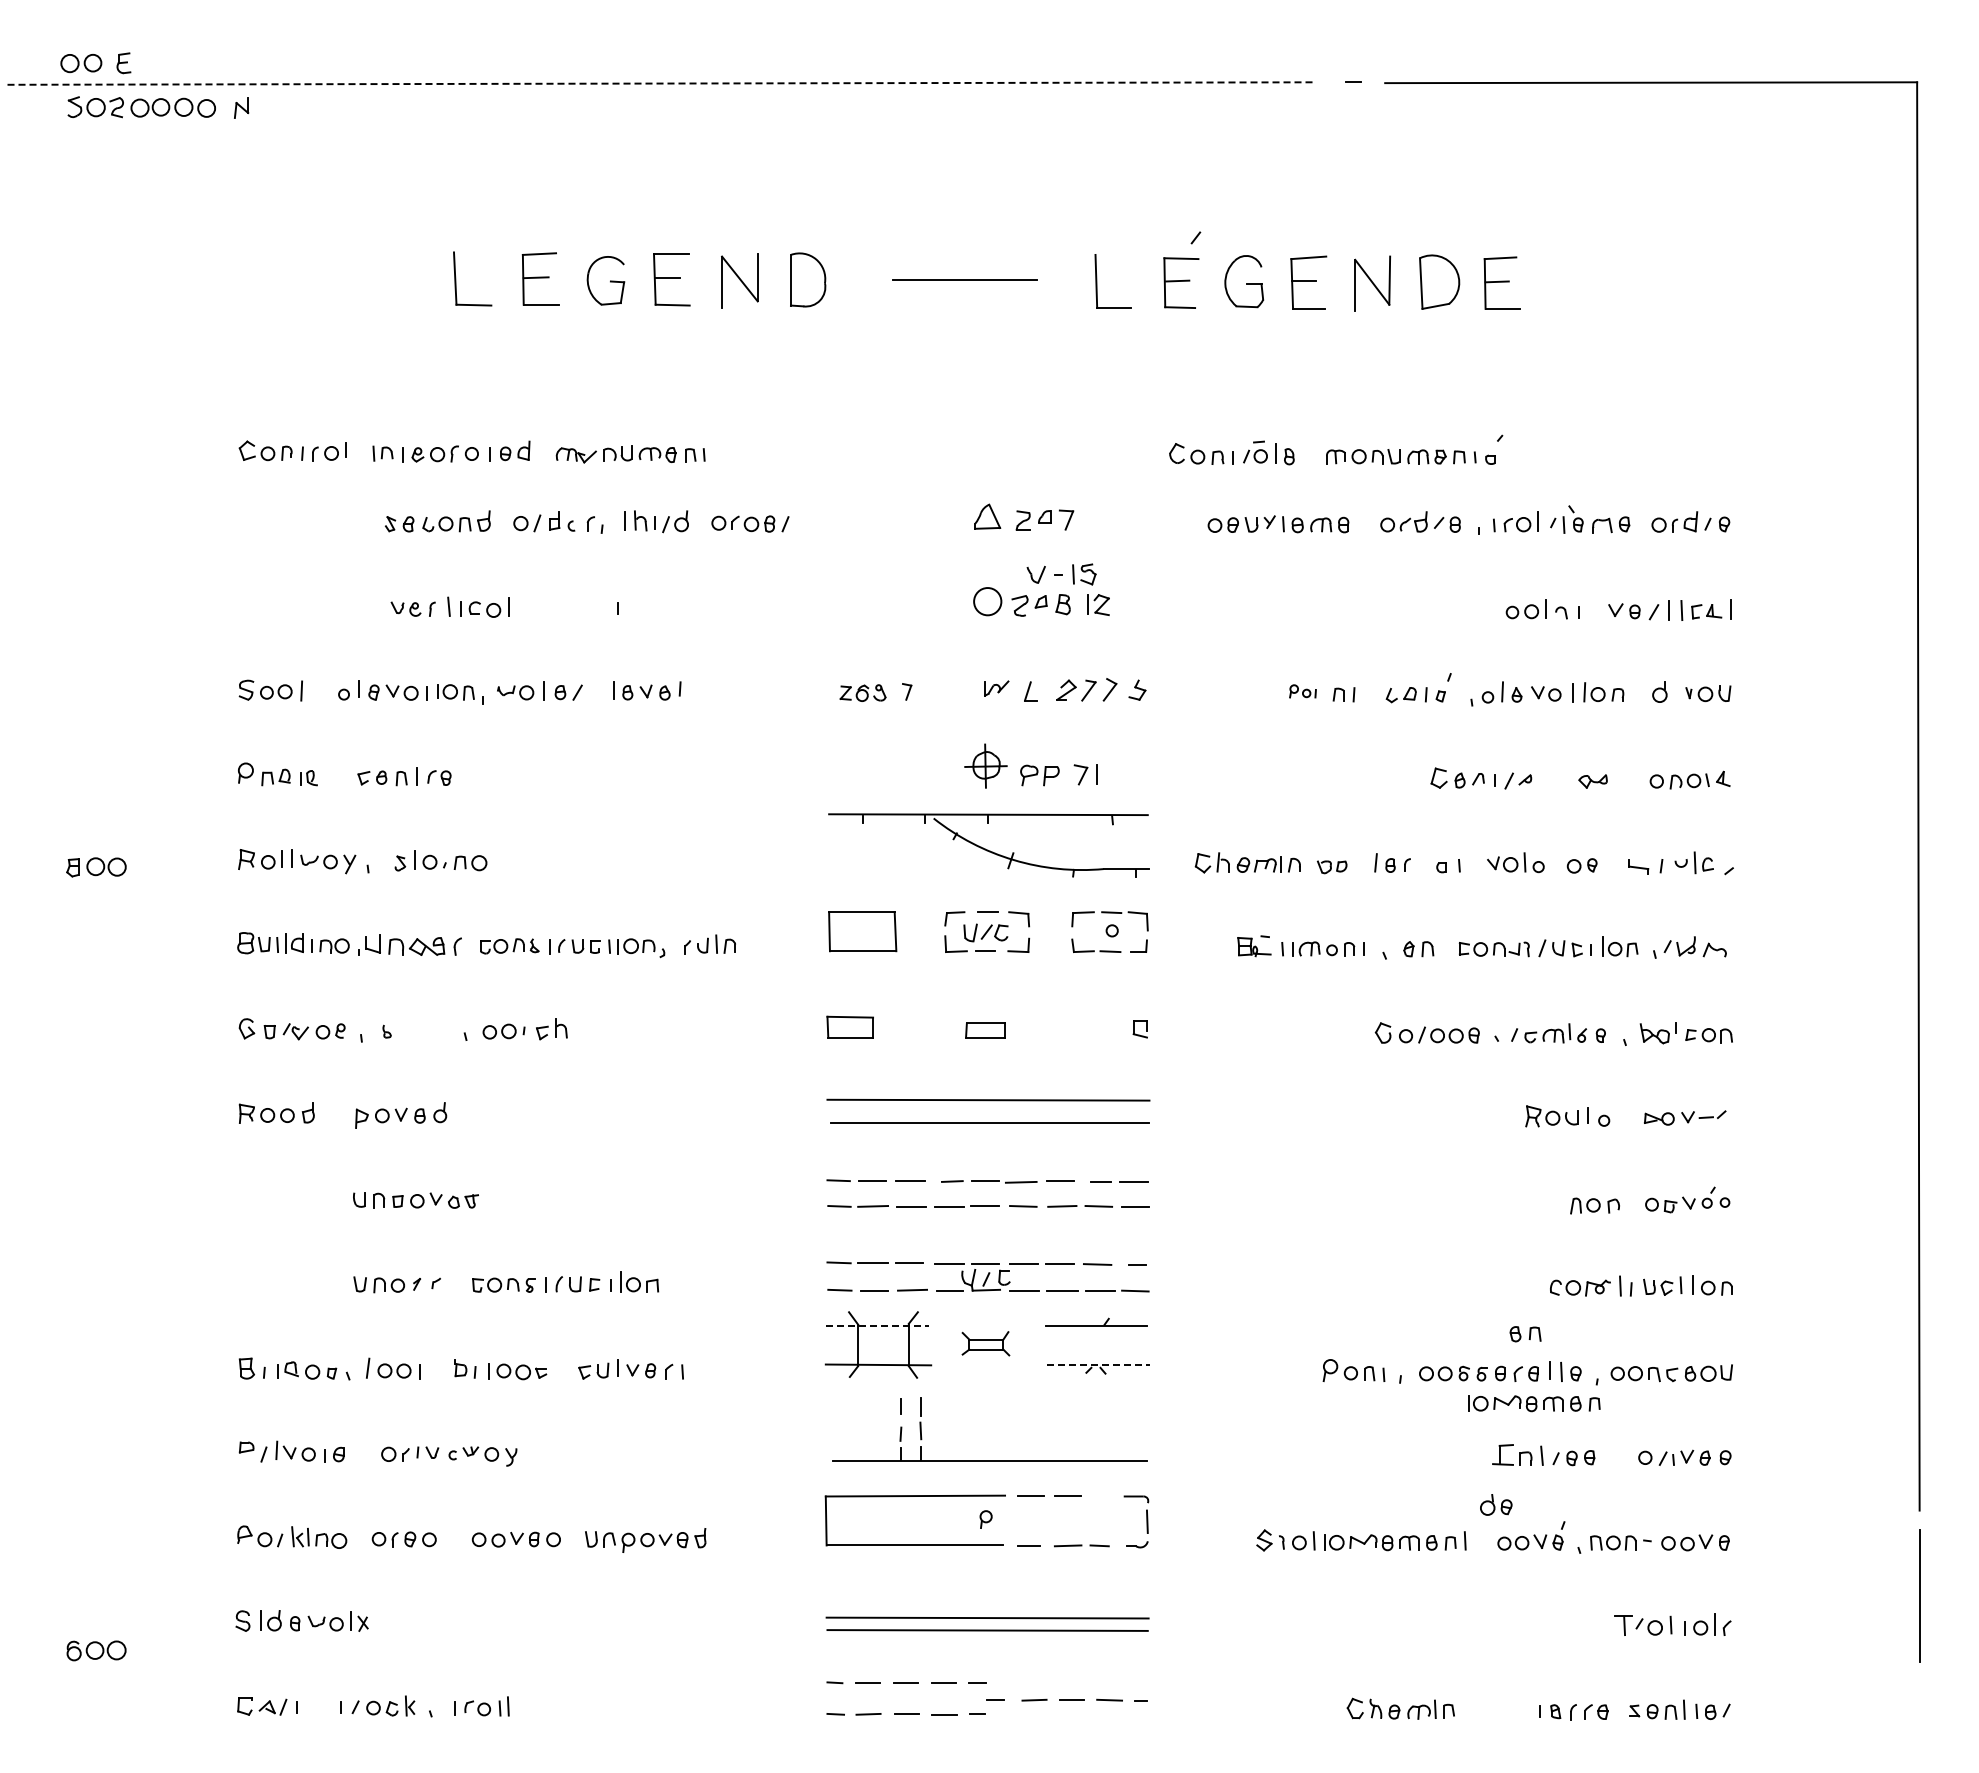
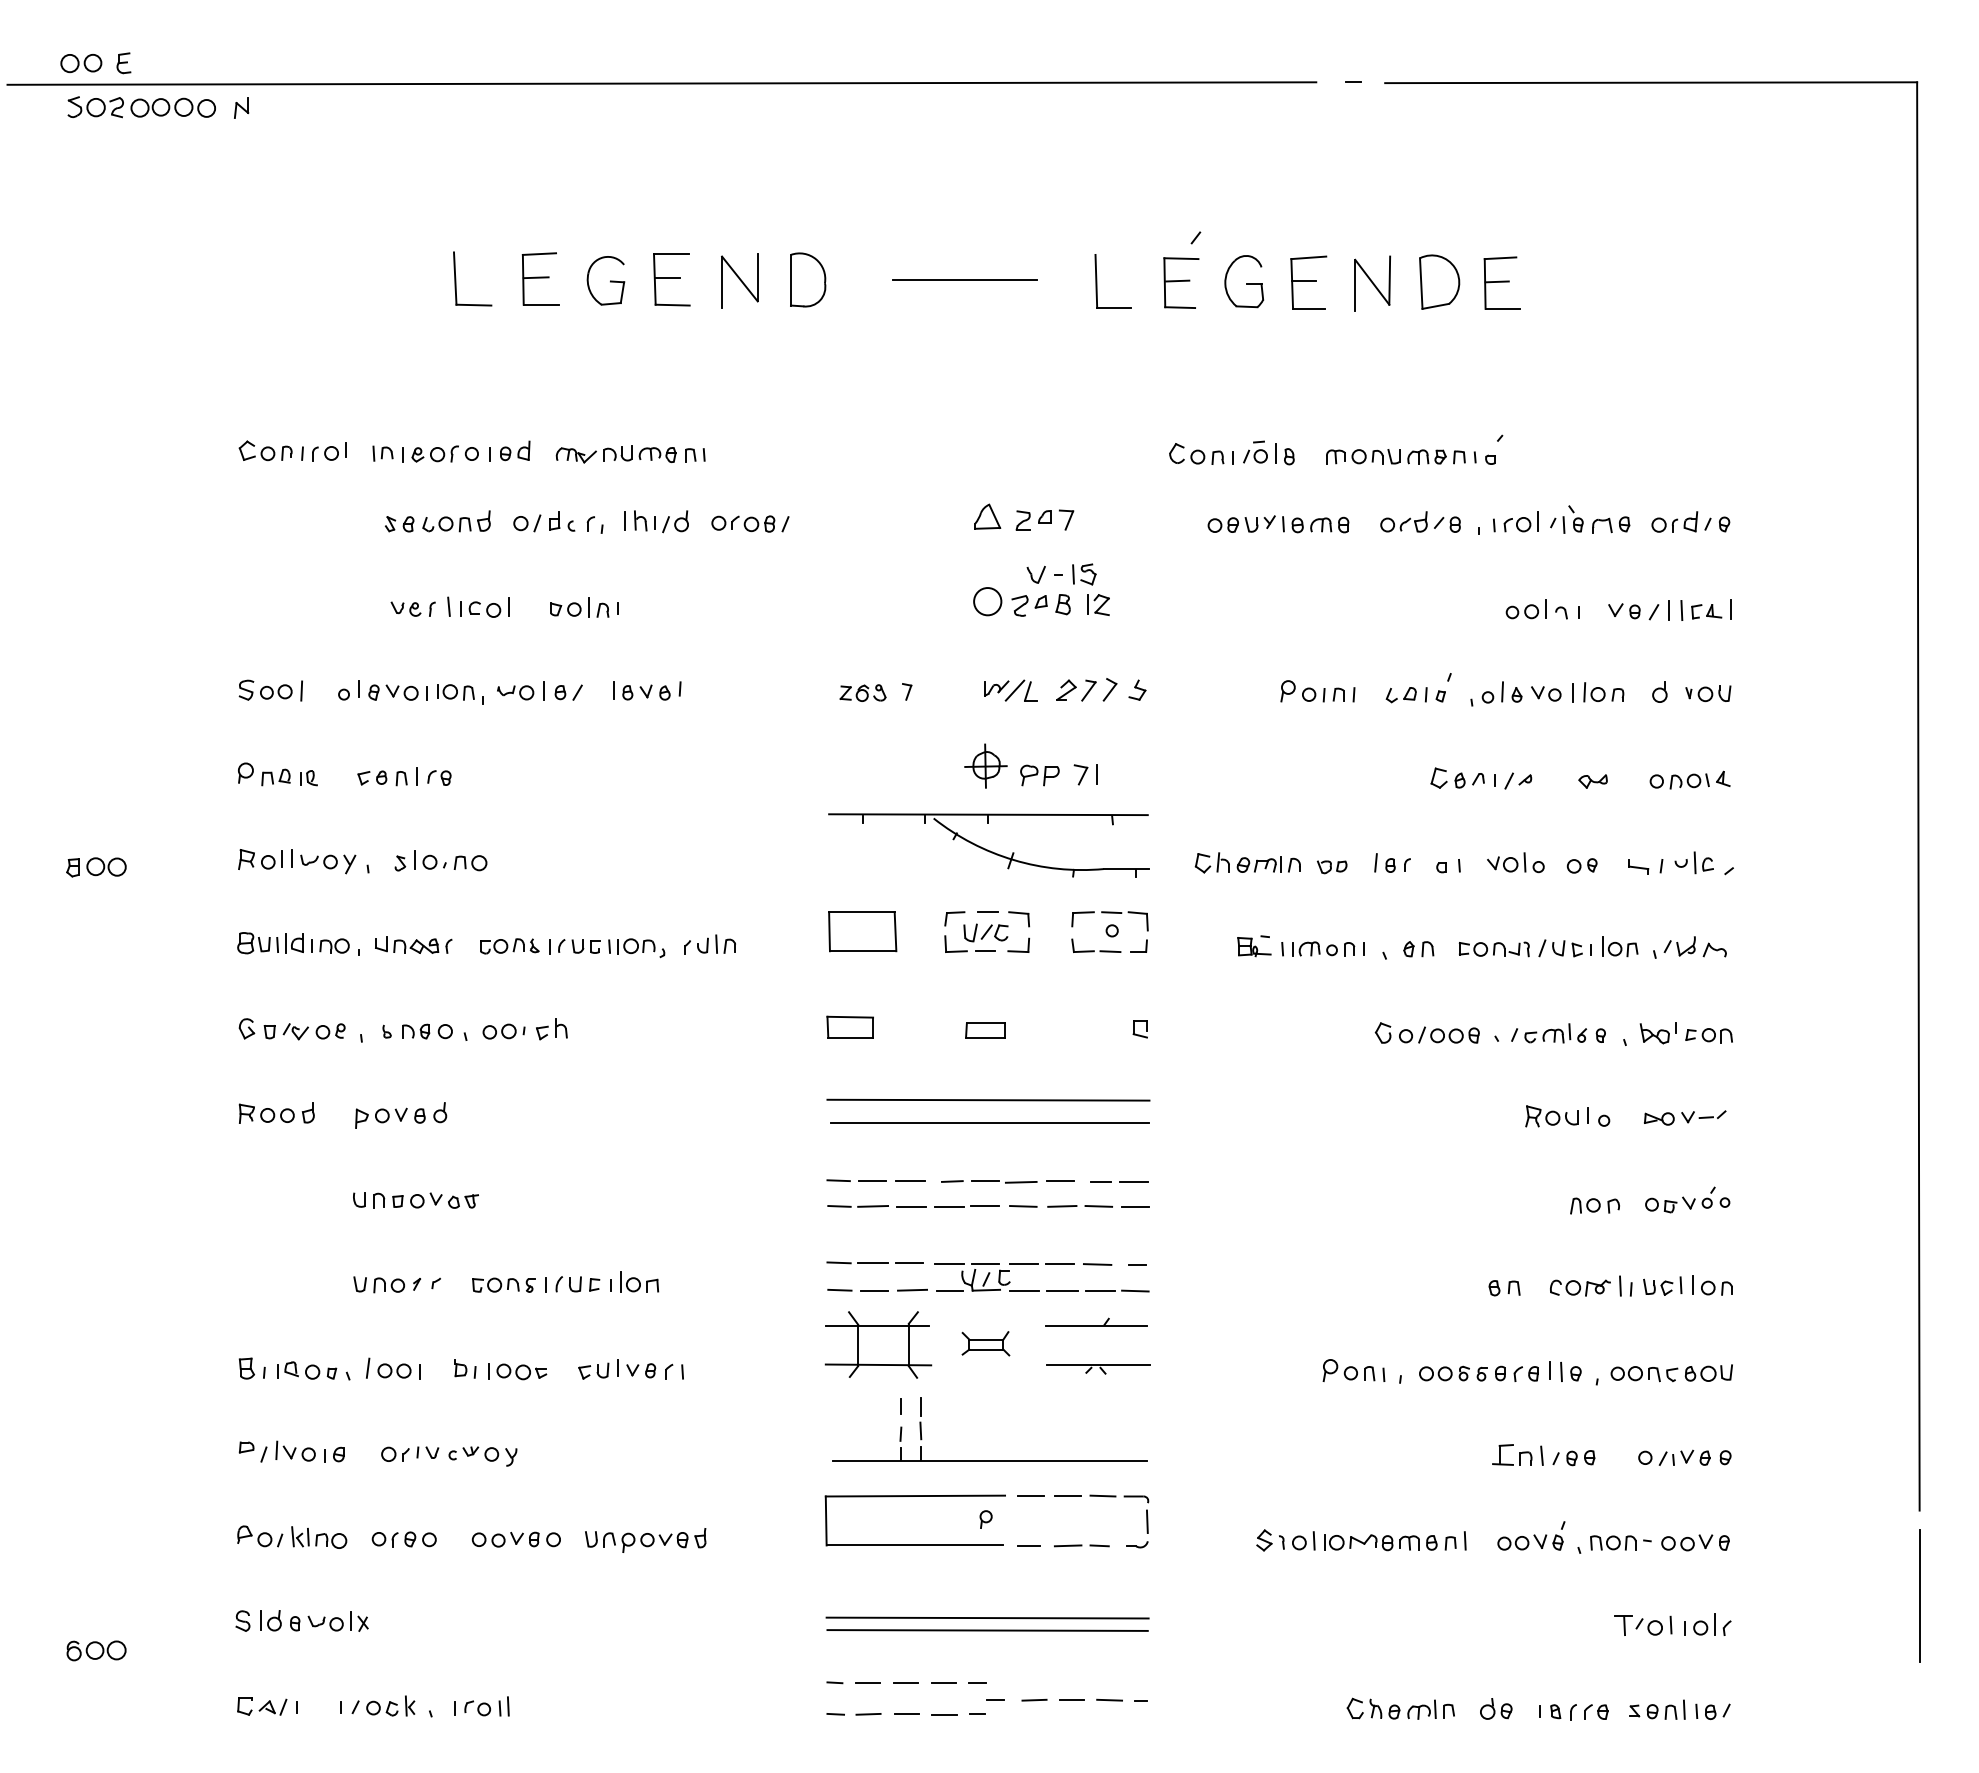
line at (662, 83): dashed -> solid
part at (579, 607): none -> present
line at (1014, 690): none -> present
part at (1302, 691) size: 28x15 px -> 46x23 px
part at (413, 944) size: 97x22 px -> 78x18 px
part at (427, 1031): none -> present
line at (877, 1325): dashed -> solid
part at (1525, 1334) position: (1525, 1334) -> (1504, 1288)
line at (1098, 1365): dashed -> solid
part at (1534, 1403): present -> none
line at (1102, 1495): none -> present
part at (1496, 1504) position: (1496, 1504) -> (1496, 1708)
